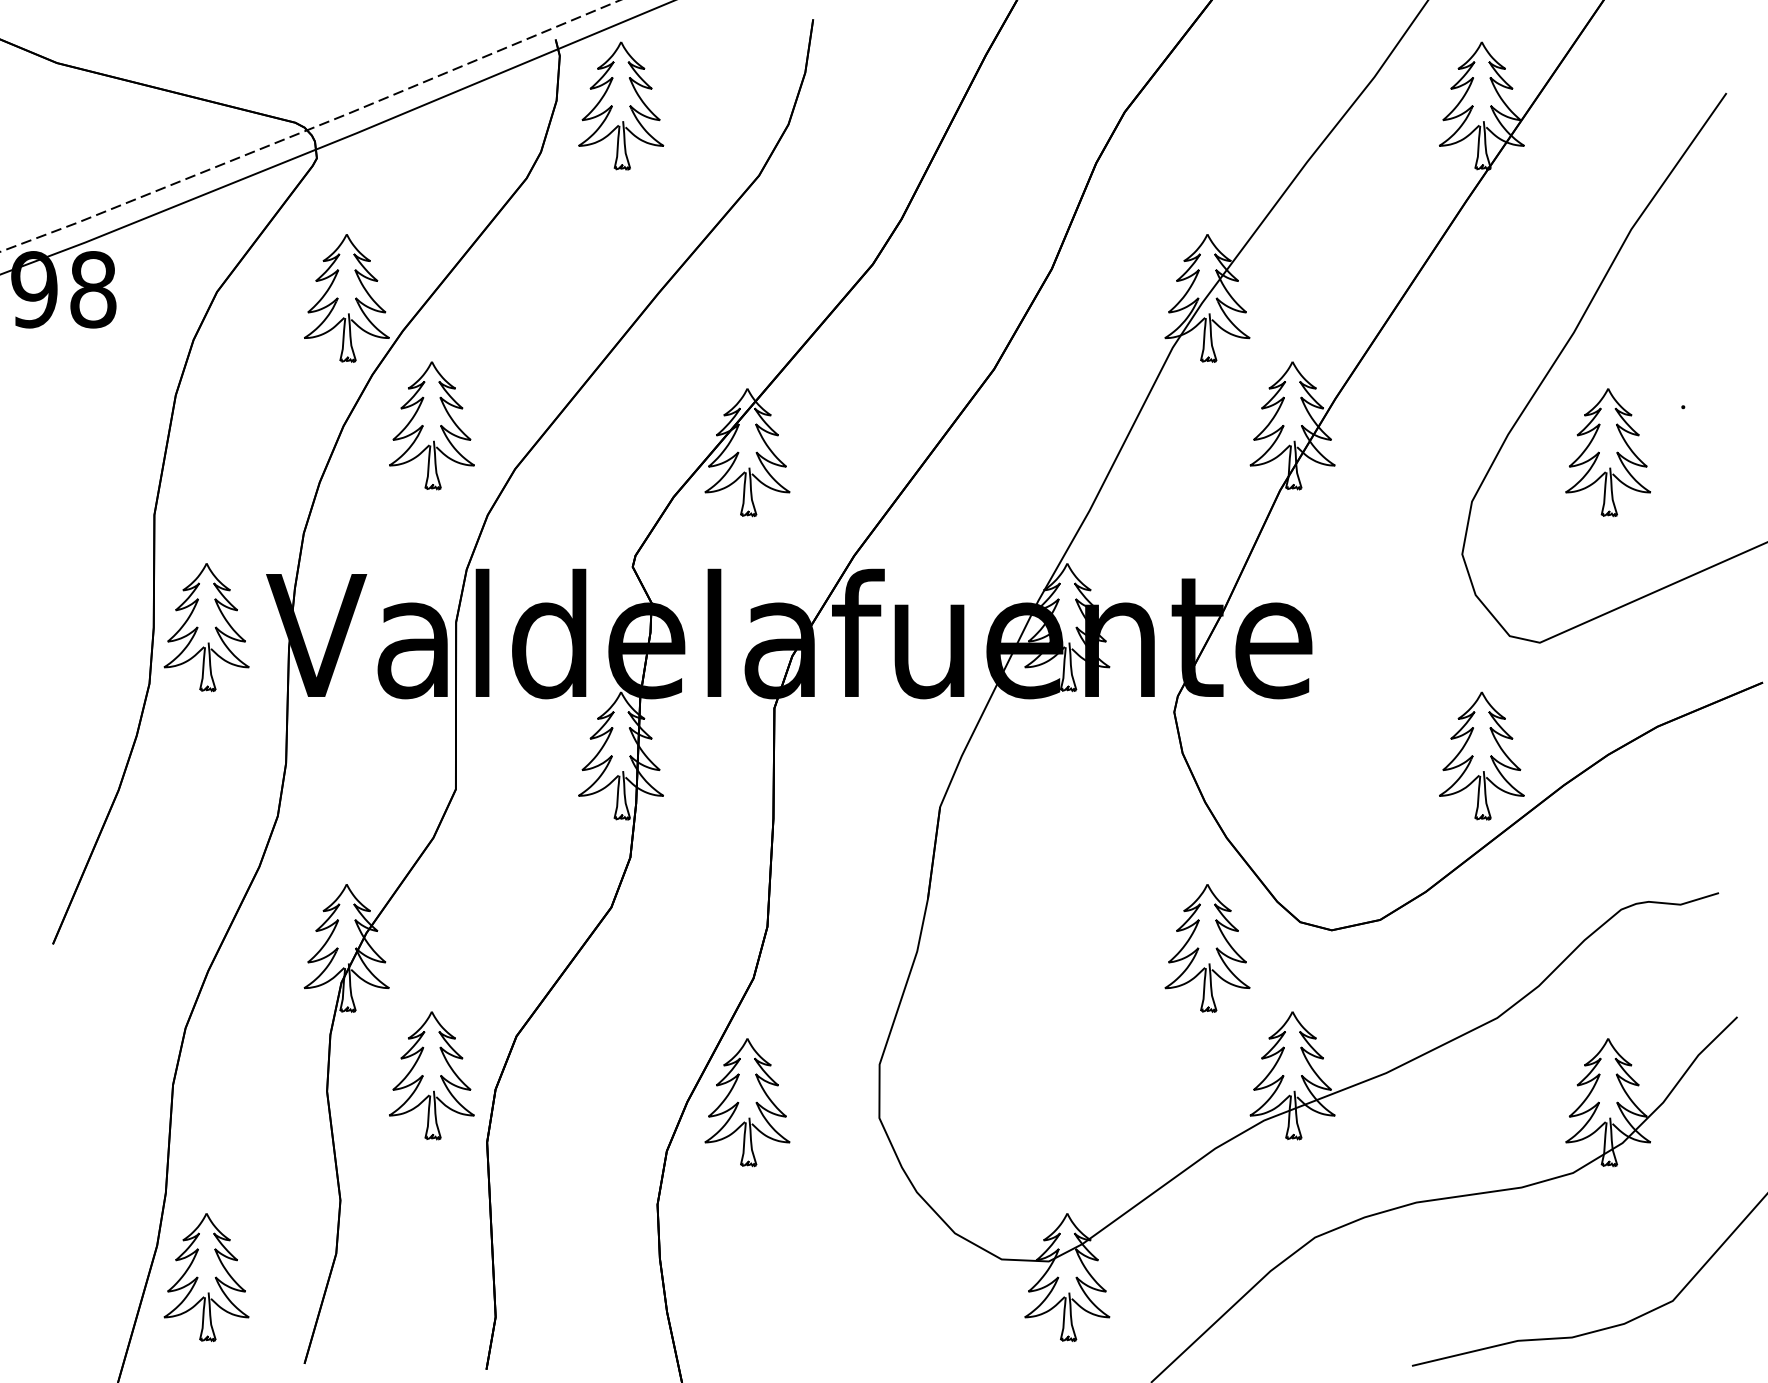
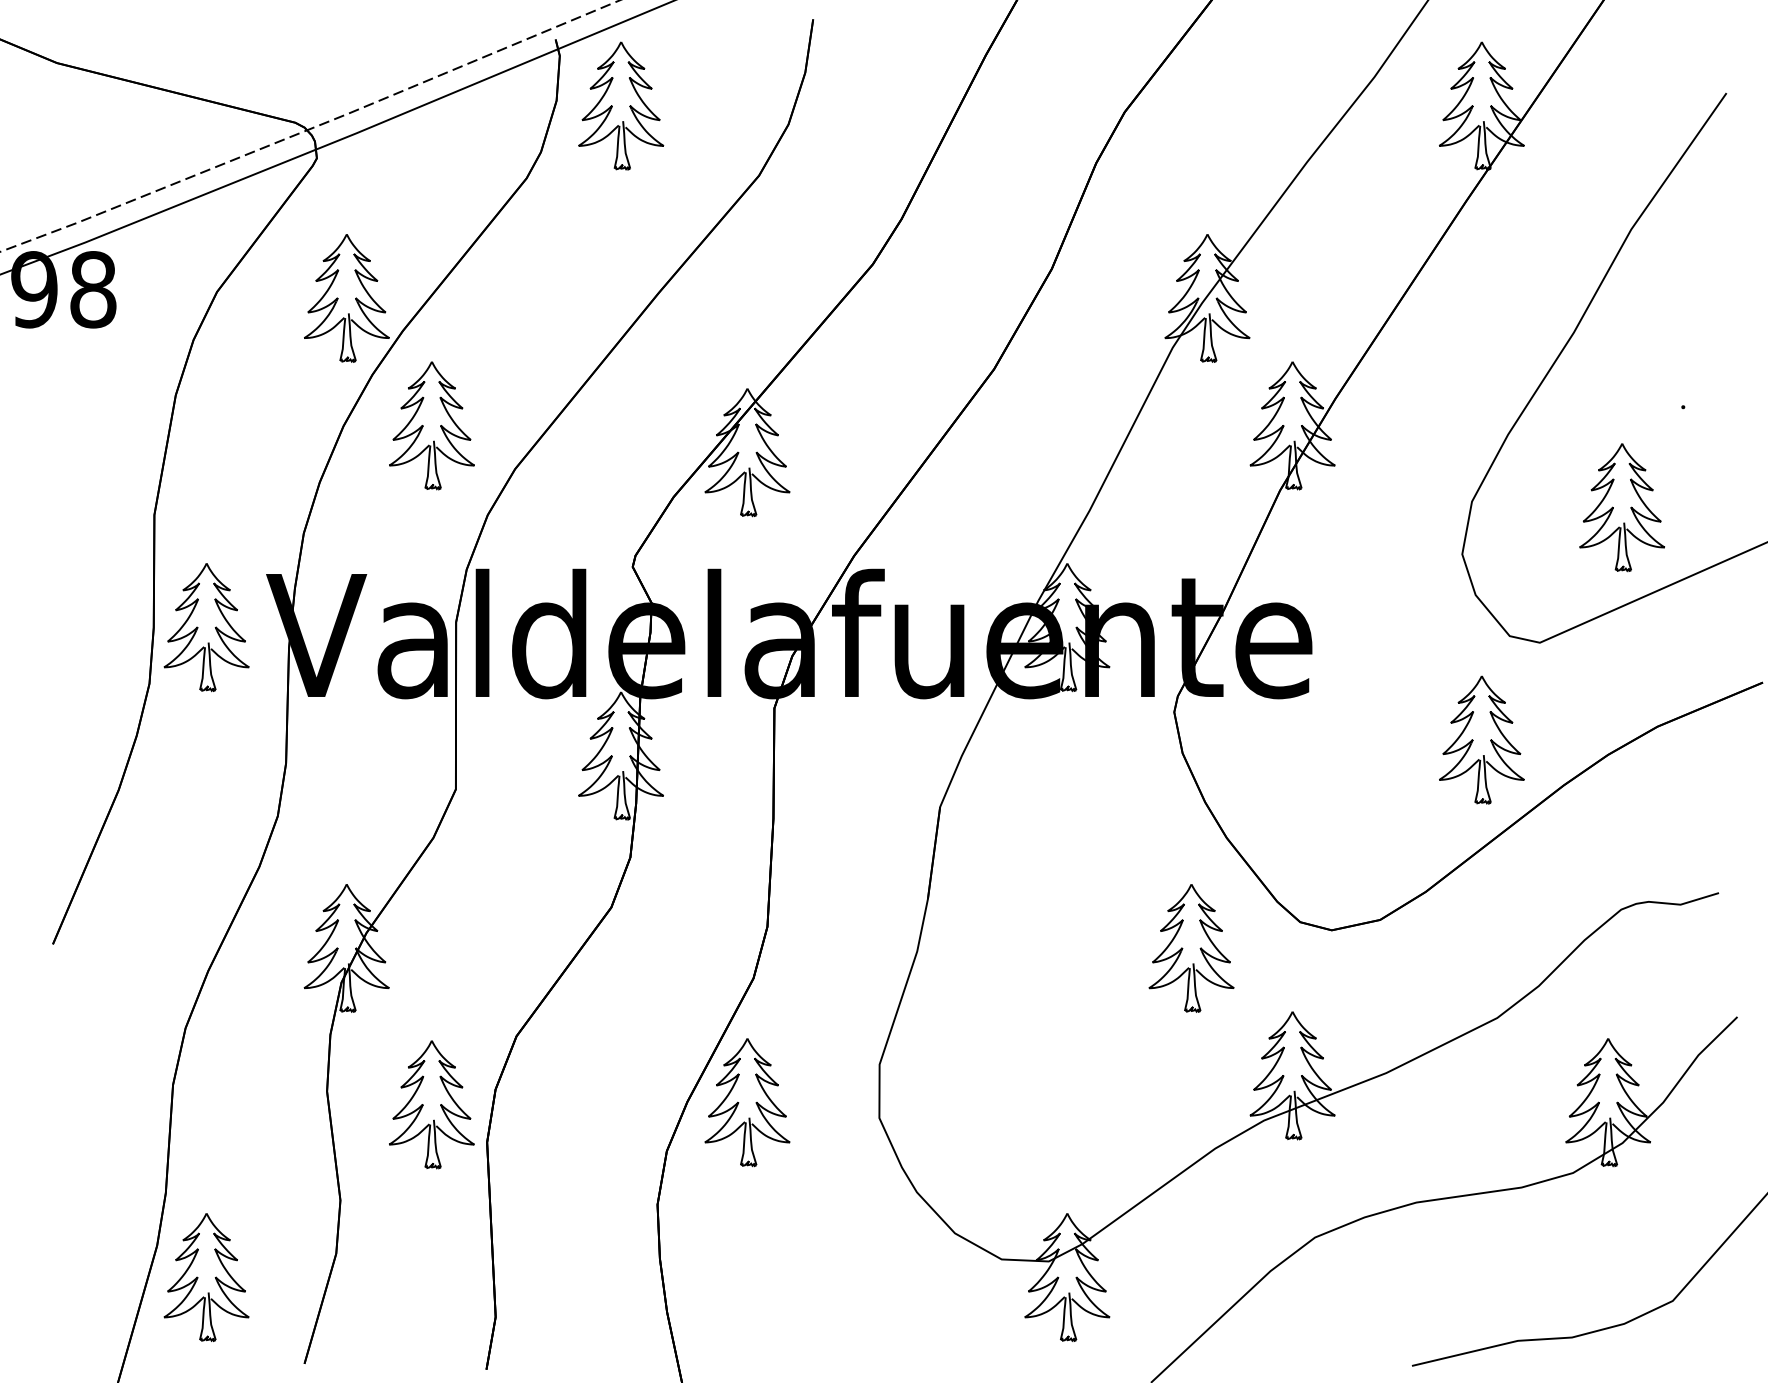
part at (1607, 452) position: (1607, 452) -> (1621, 507)
part at (1481, 755) position: (1481, 755) -> (1481, 739)
part at (1207, 948) position: (1207, 948) -> (1191, 948)
part at (431, 1075) position: (431, 1075) -> (431, 1104)
